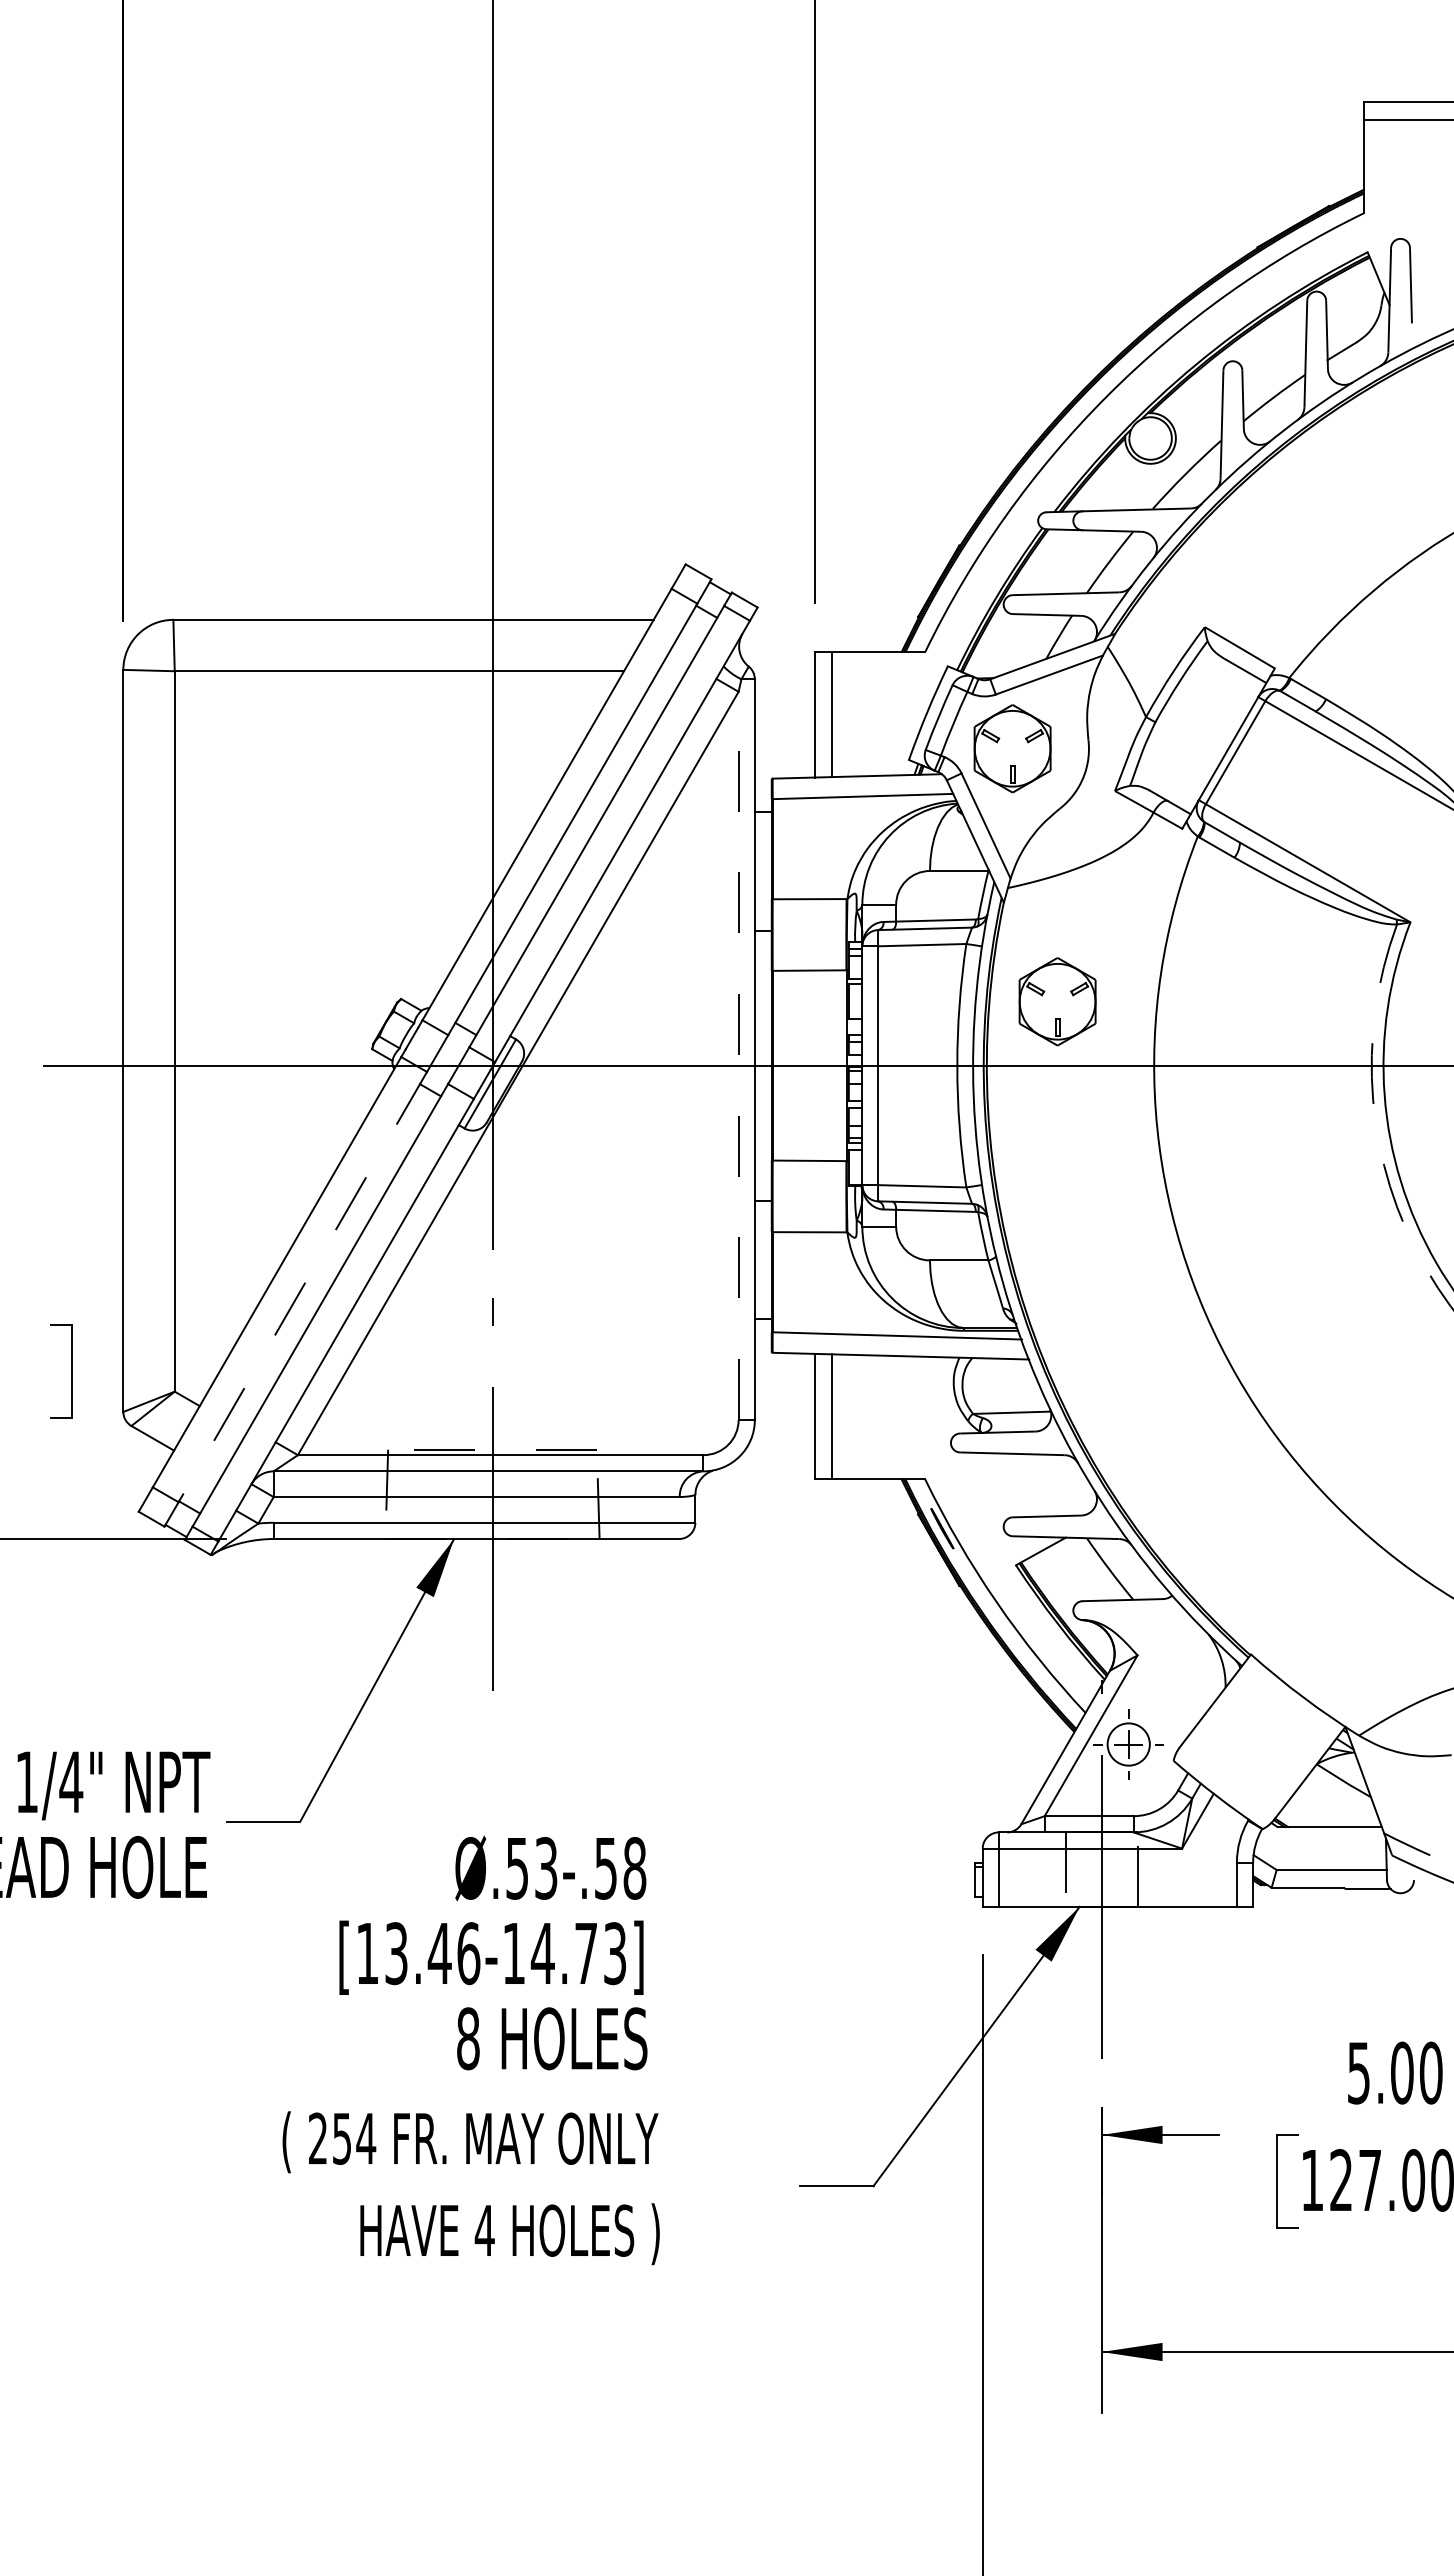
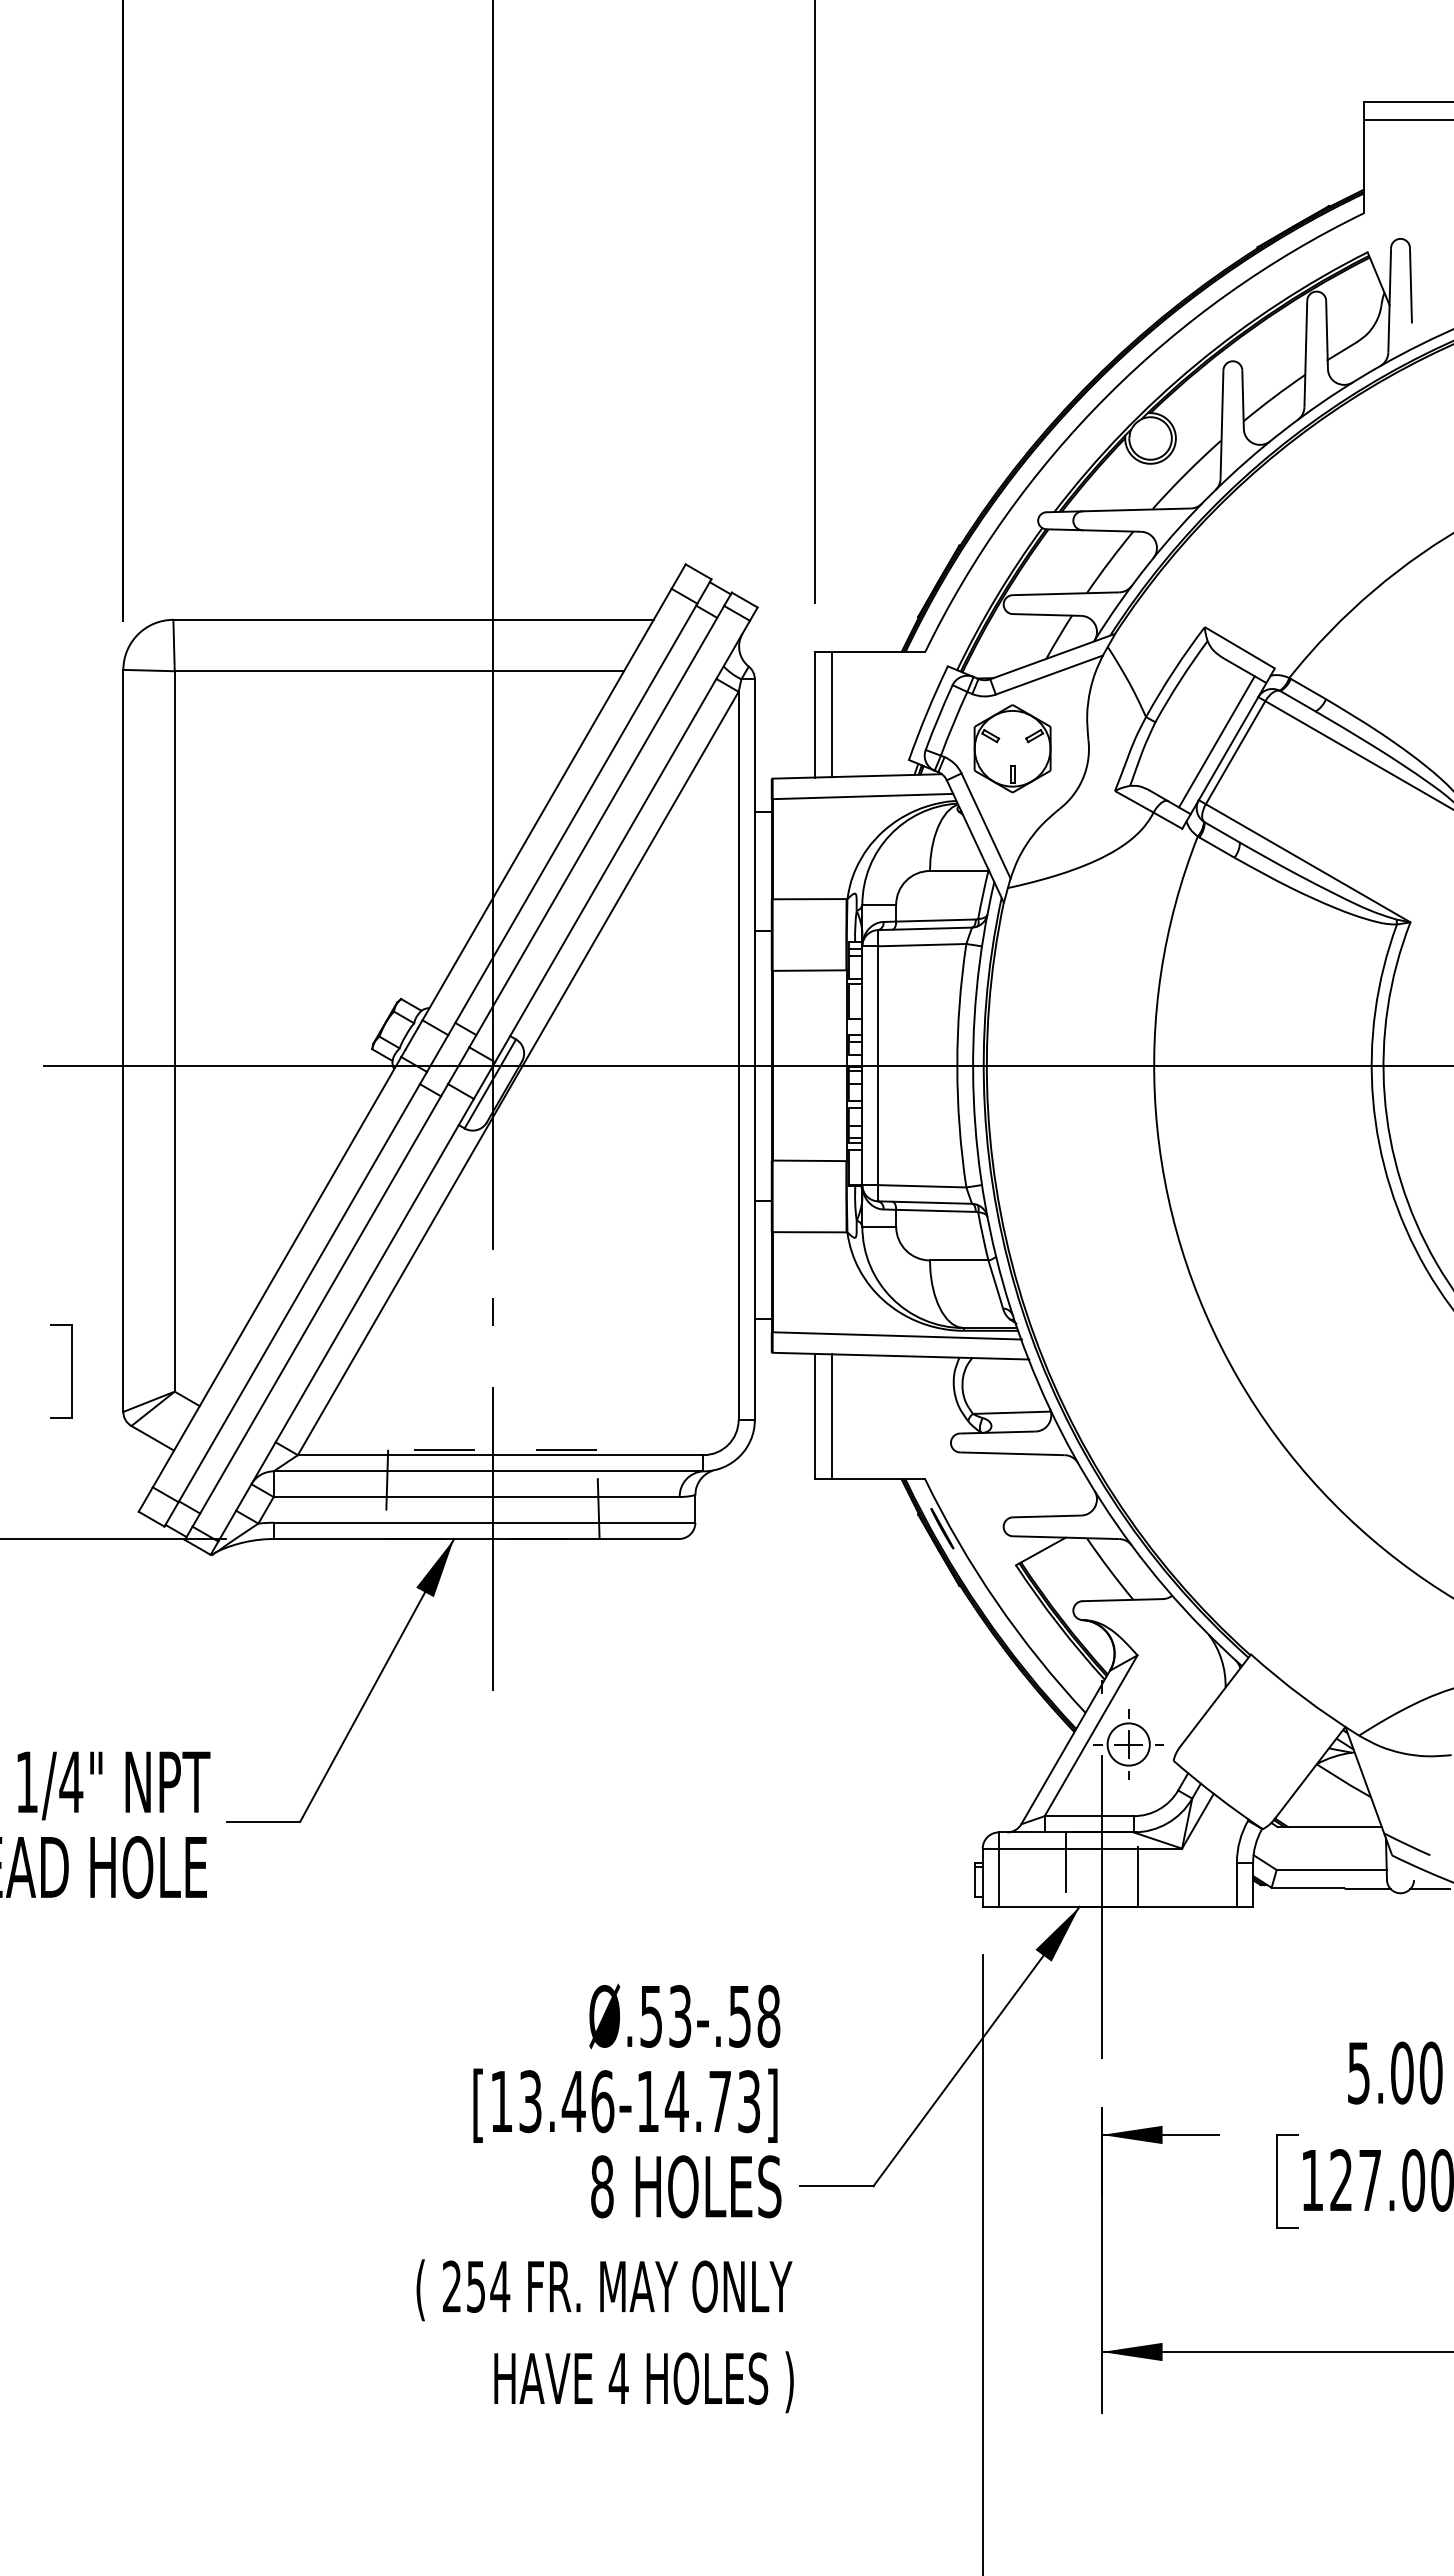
line at (1216, 741): none -> present
part at (1057, 1001): present -> none
line at (738, 1055): dashed -> solid
arc at (1376, 1124): dashed -> solid
line at (302, 1287): dashed -> solid
line at (1430, 1888): none -> present
text at (470, 2050) position: (470, 2050) -> (604, 2198)
